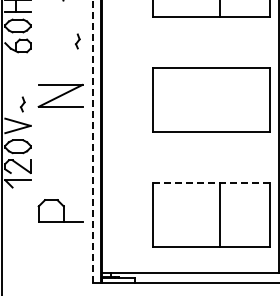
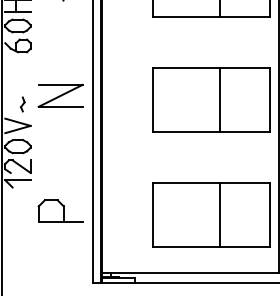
part at (77, 41): present -> none
line at (219, 99): none -> present
line at (92, 141): dashed -> solid
line at (211, 182): dashed -> solid
